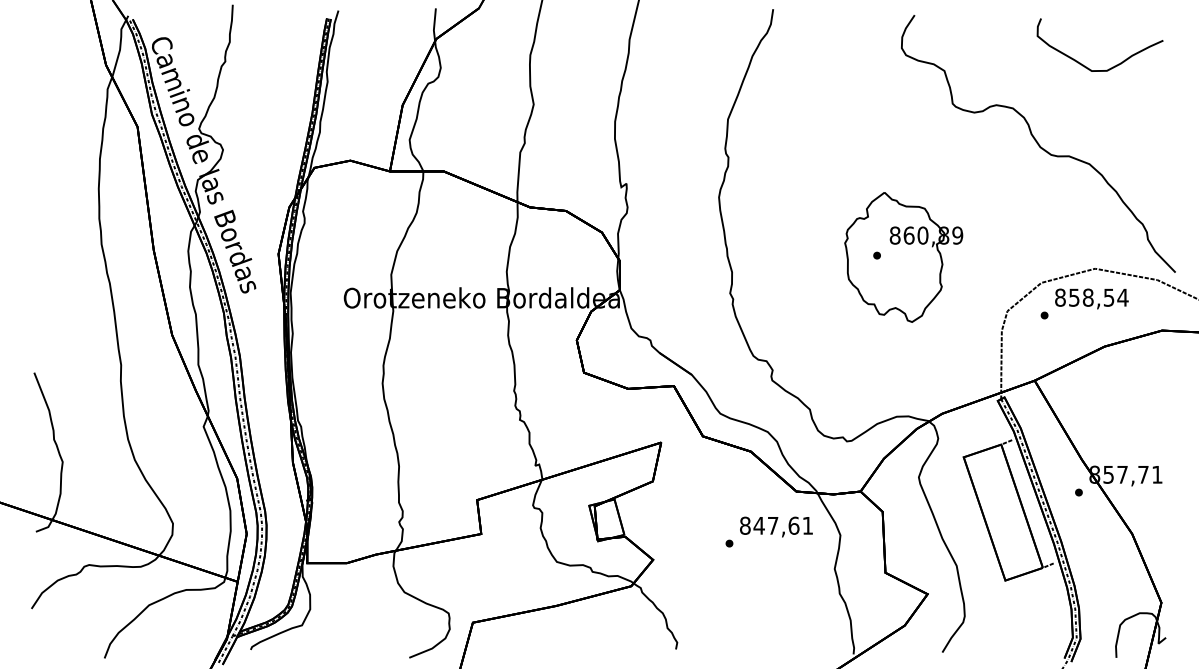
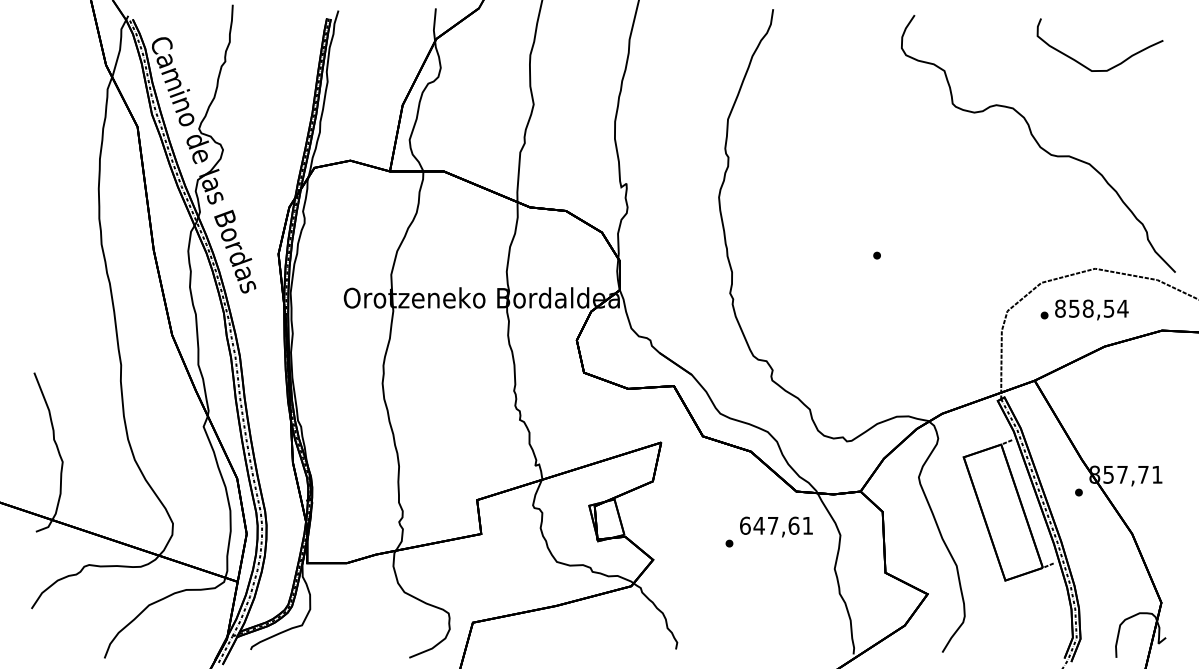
part at (903, 257): present -> none
text at (1091, 298) position: (1091, 298) -> (1091, 309)
text at (745, 525): 847,61 -> 647,61
